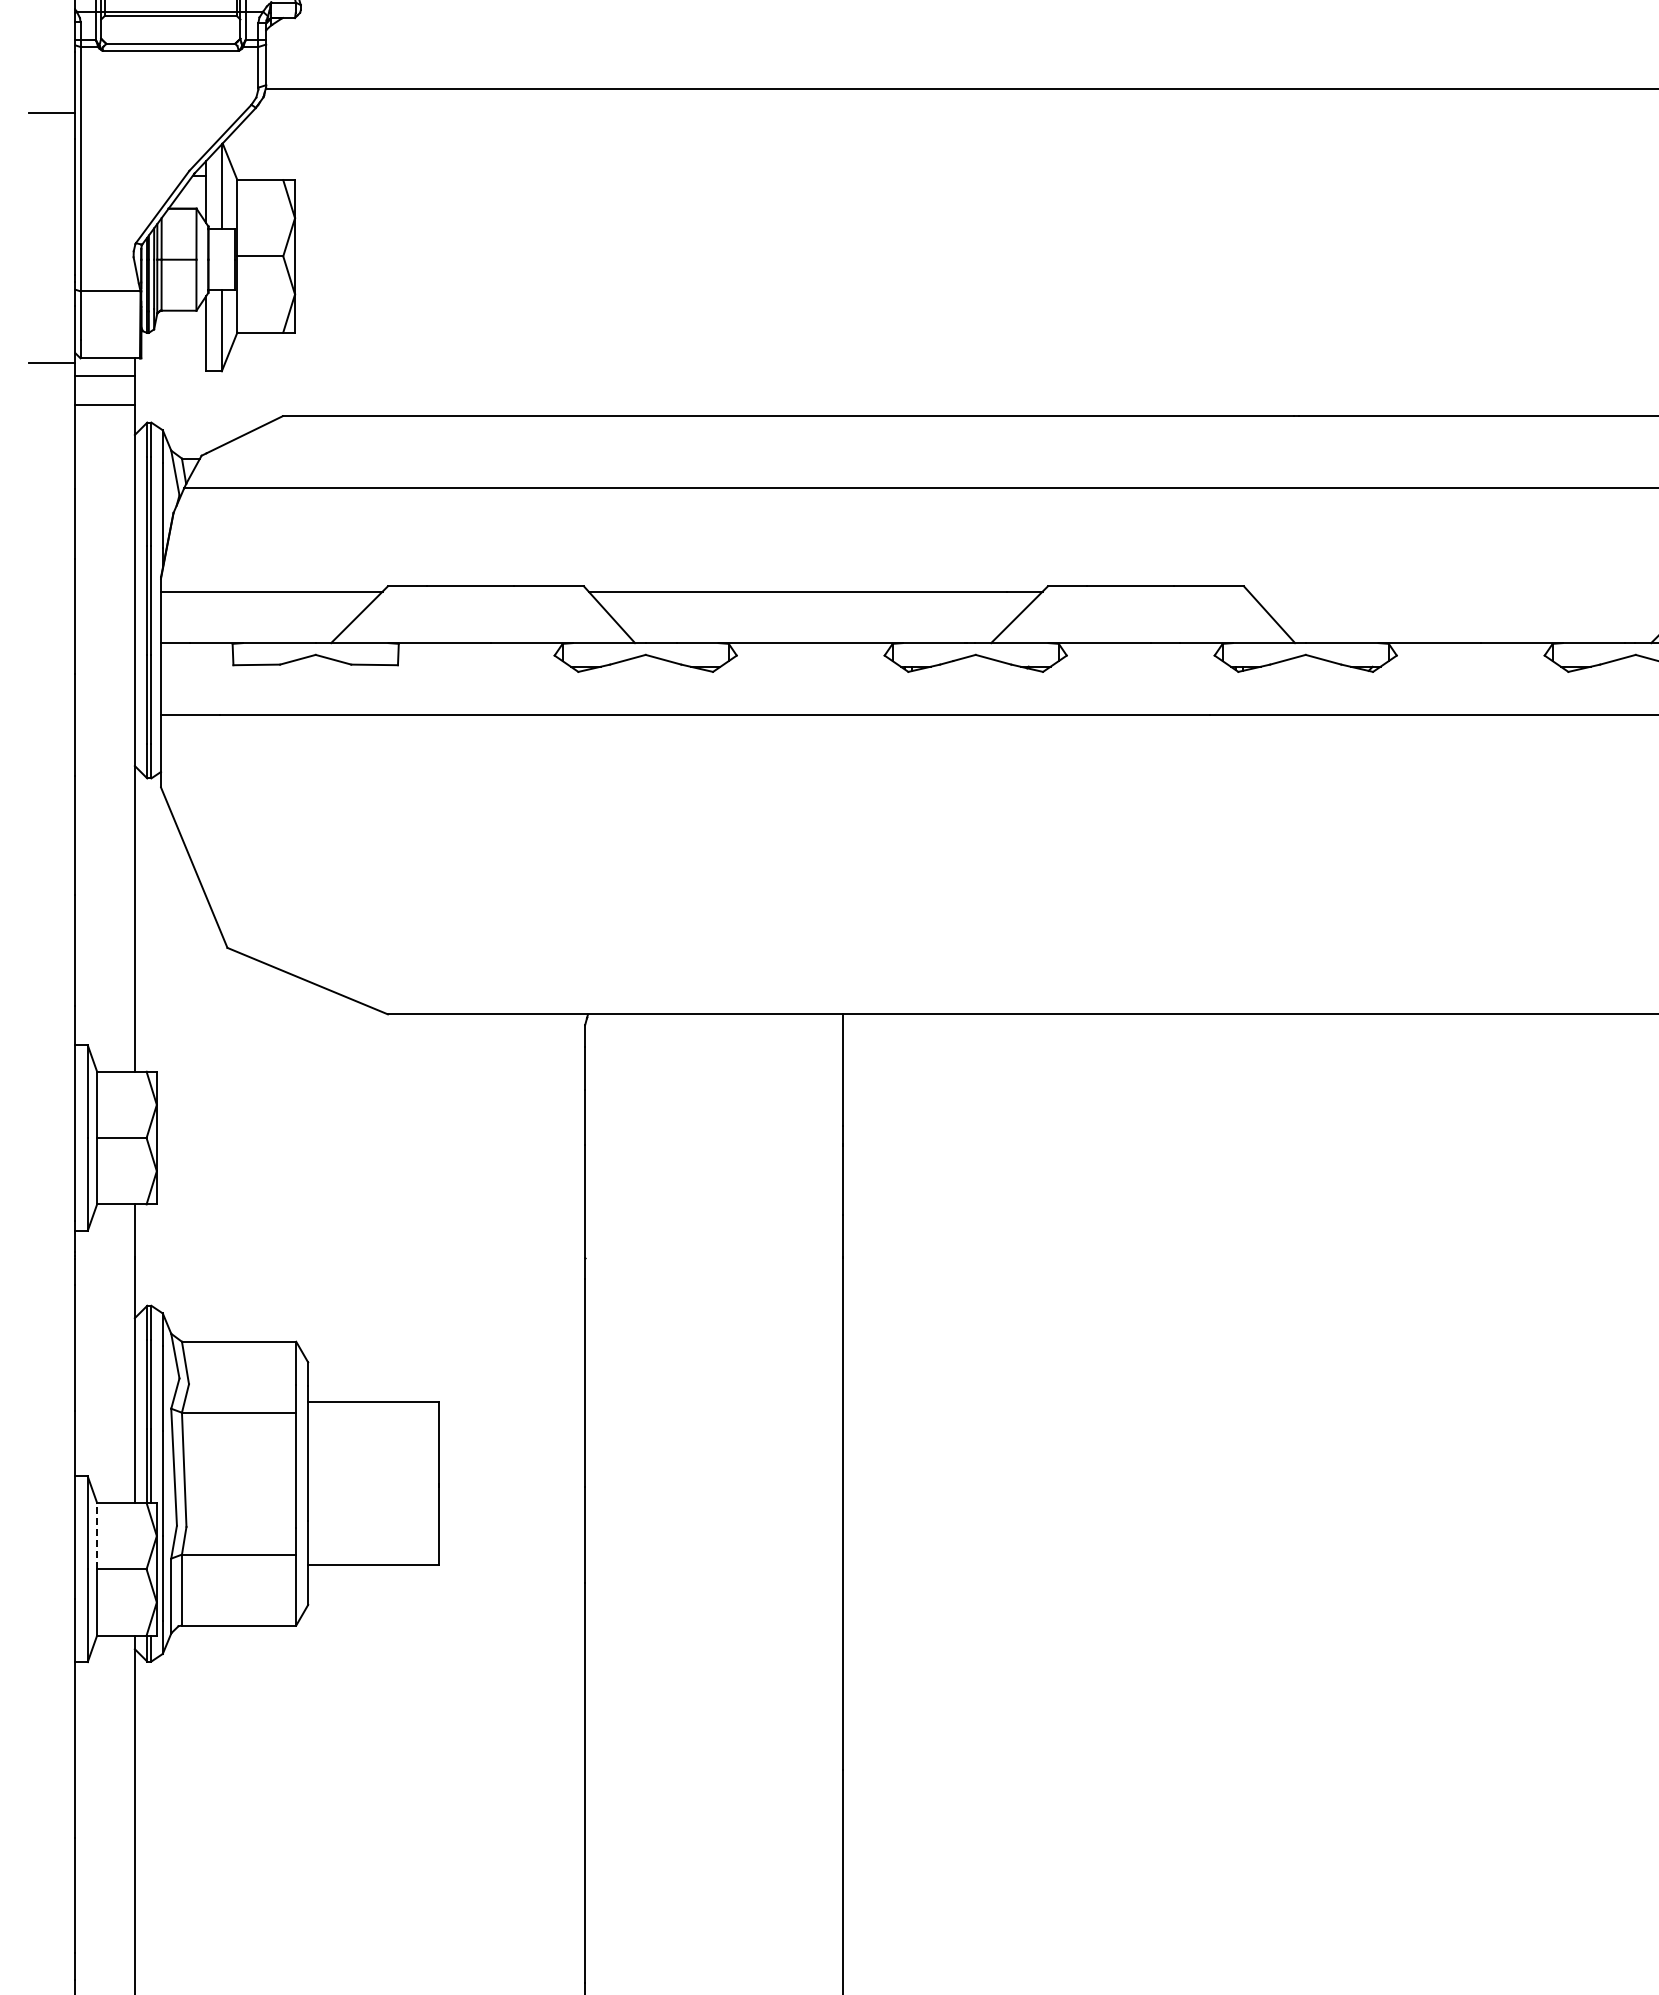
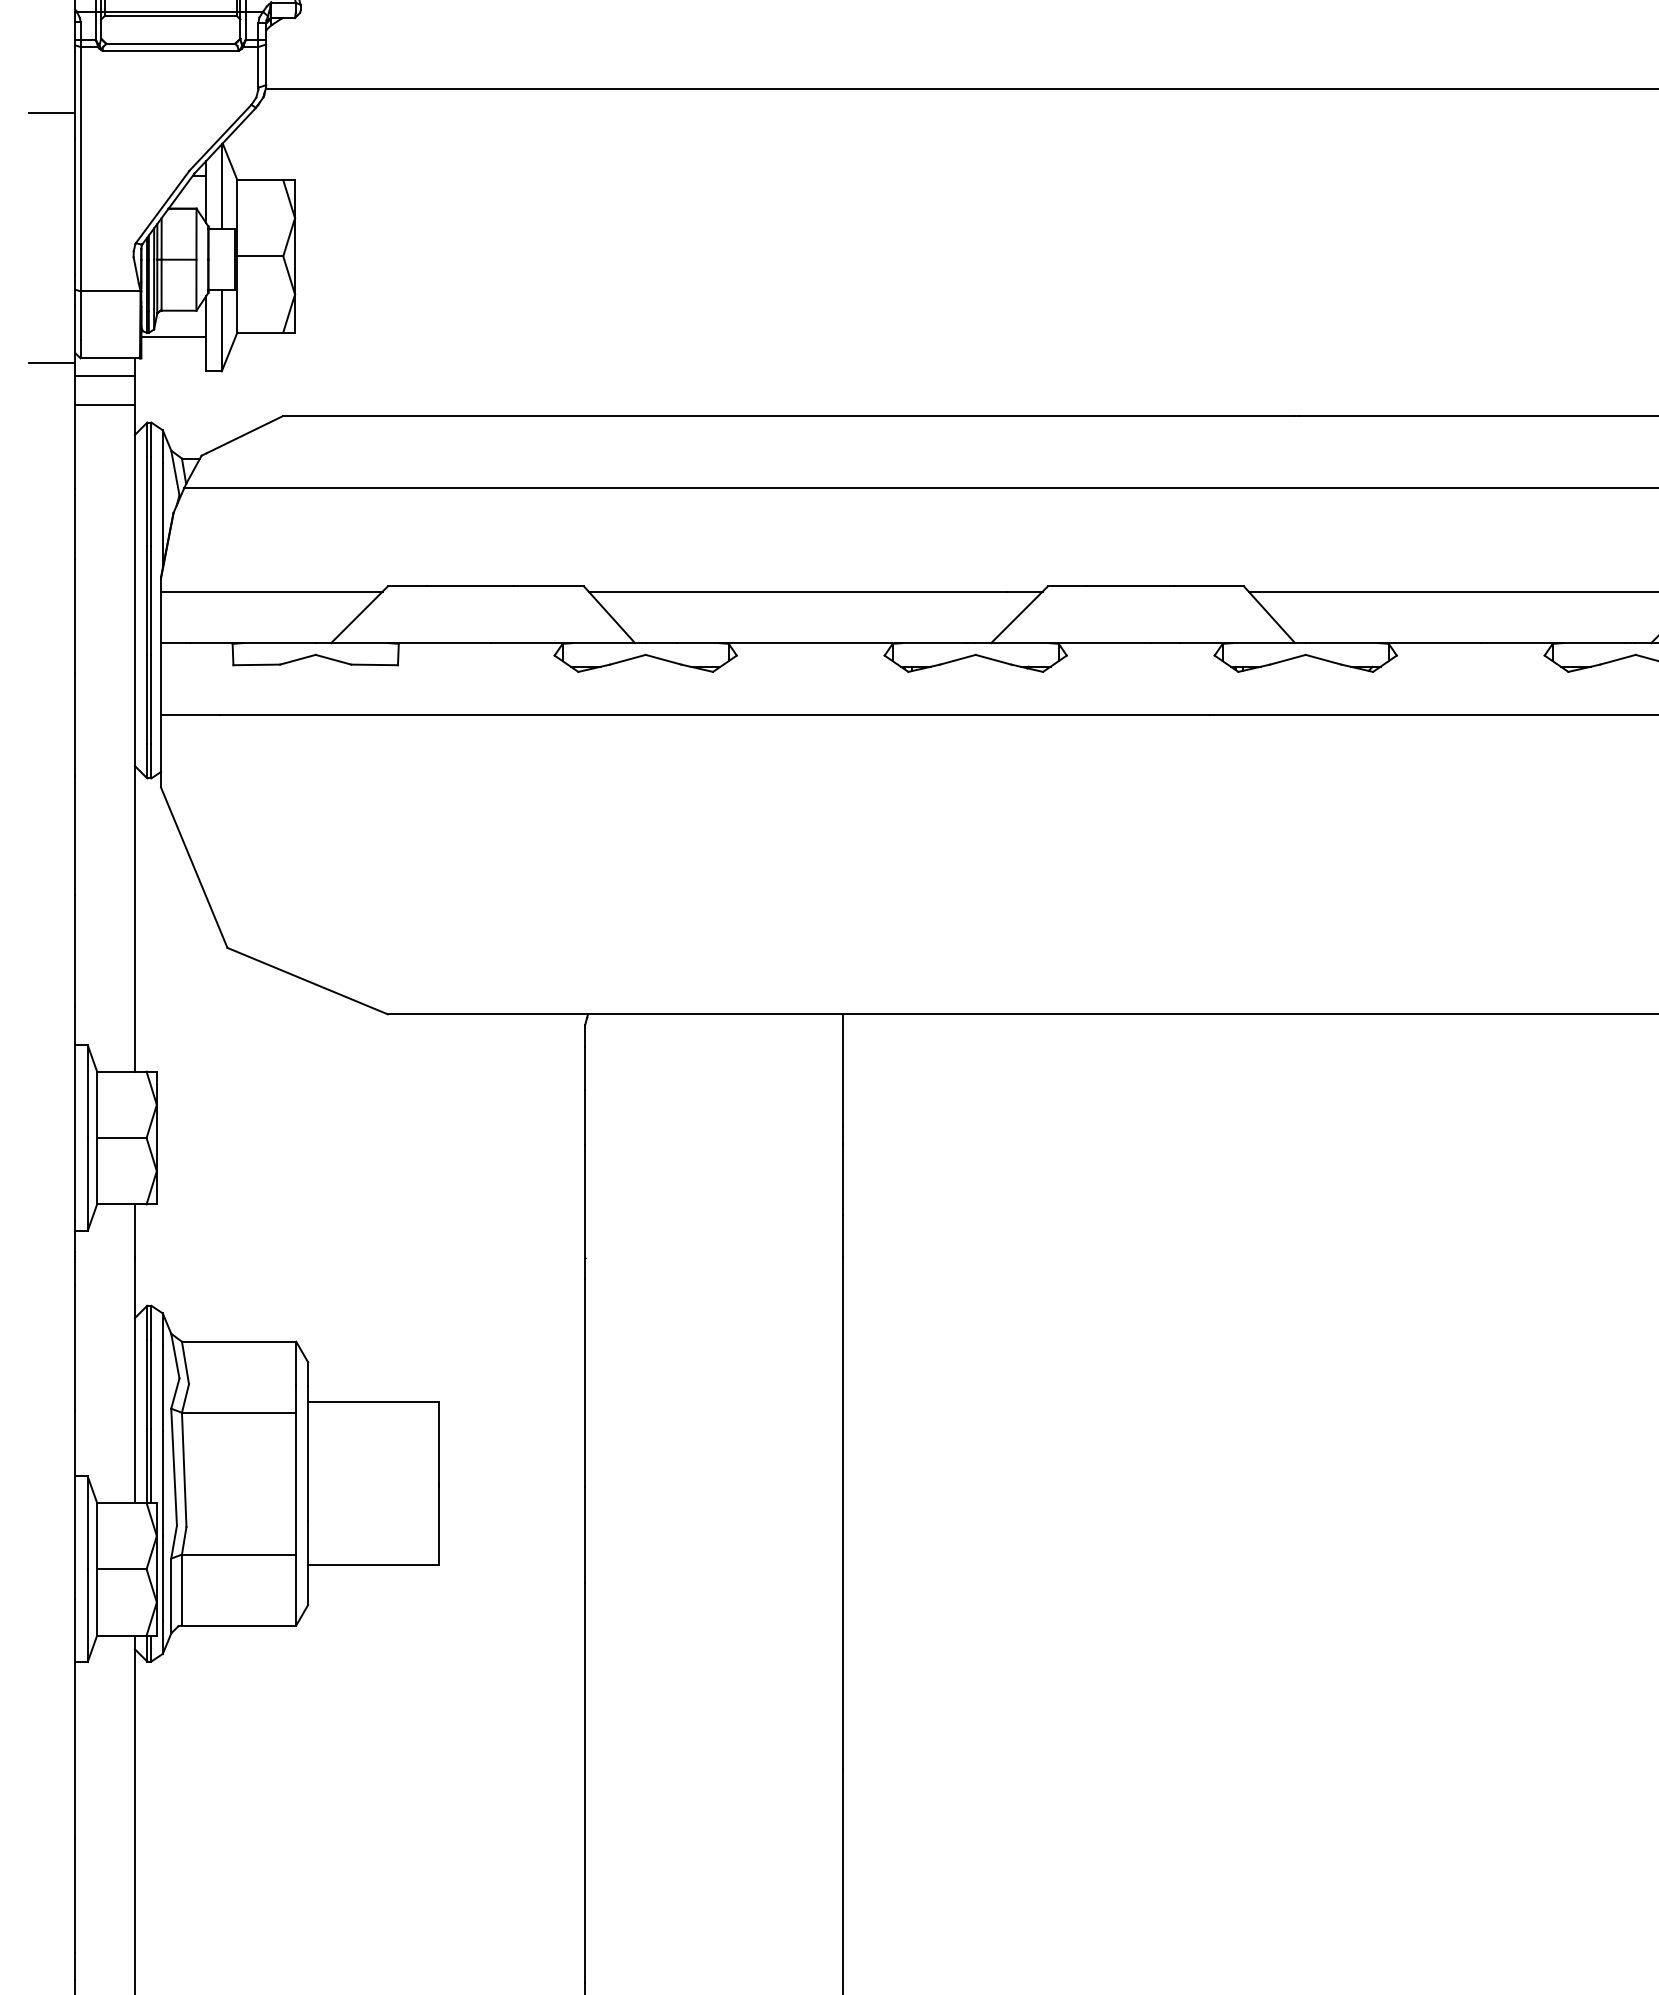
line at (173, 336): none -> present
line at (1451, 591): none -> present
line at (97, 1535): dashed -> solid
